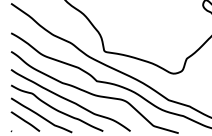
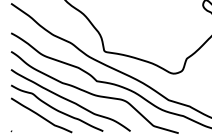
line at (25, 121): present -> none
